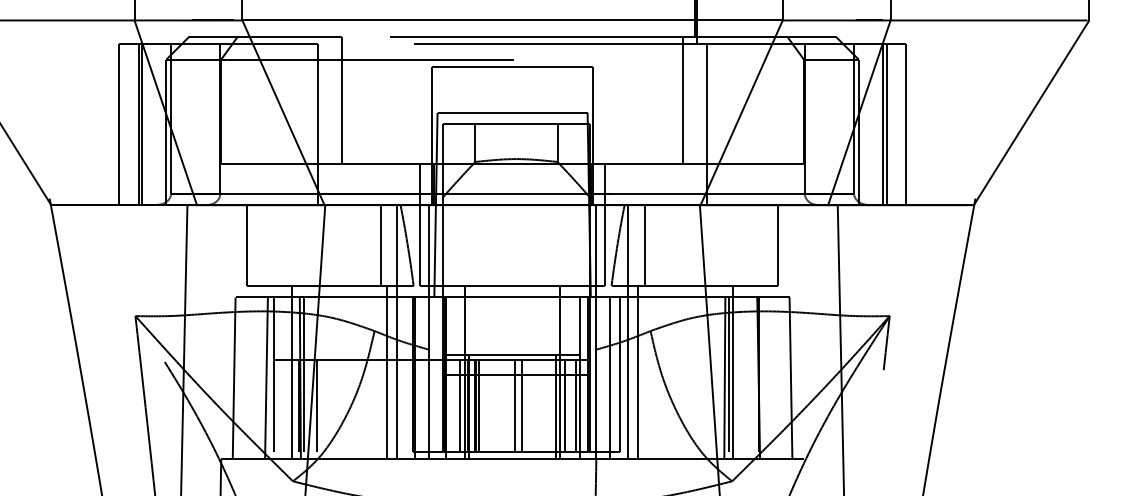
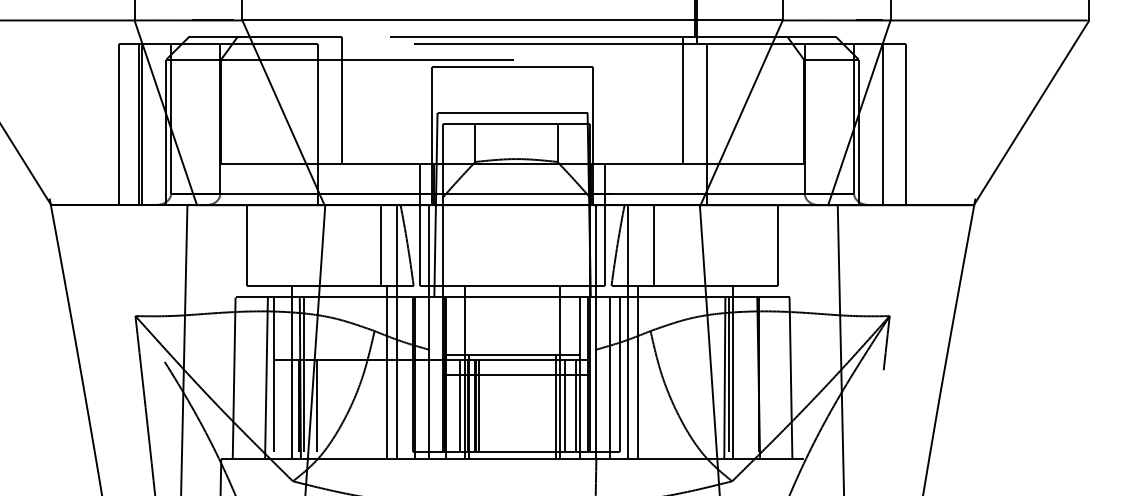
line at (886, 124): present -> none
line at (644, 245) position: (644, 245) -> (653, 245)
line at (514, 405): present -> none
line at (522, 405): present -> none
